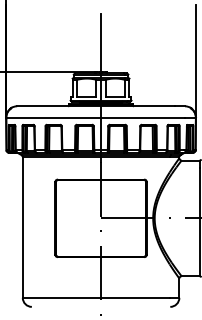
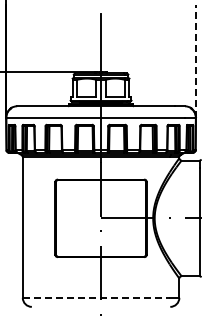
line at (196, 60): solid -> dashed
line at (96, 297): solid -> dashed
